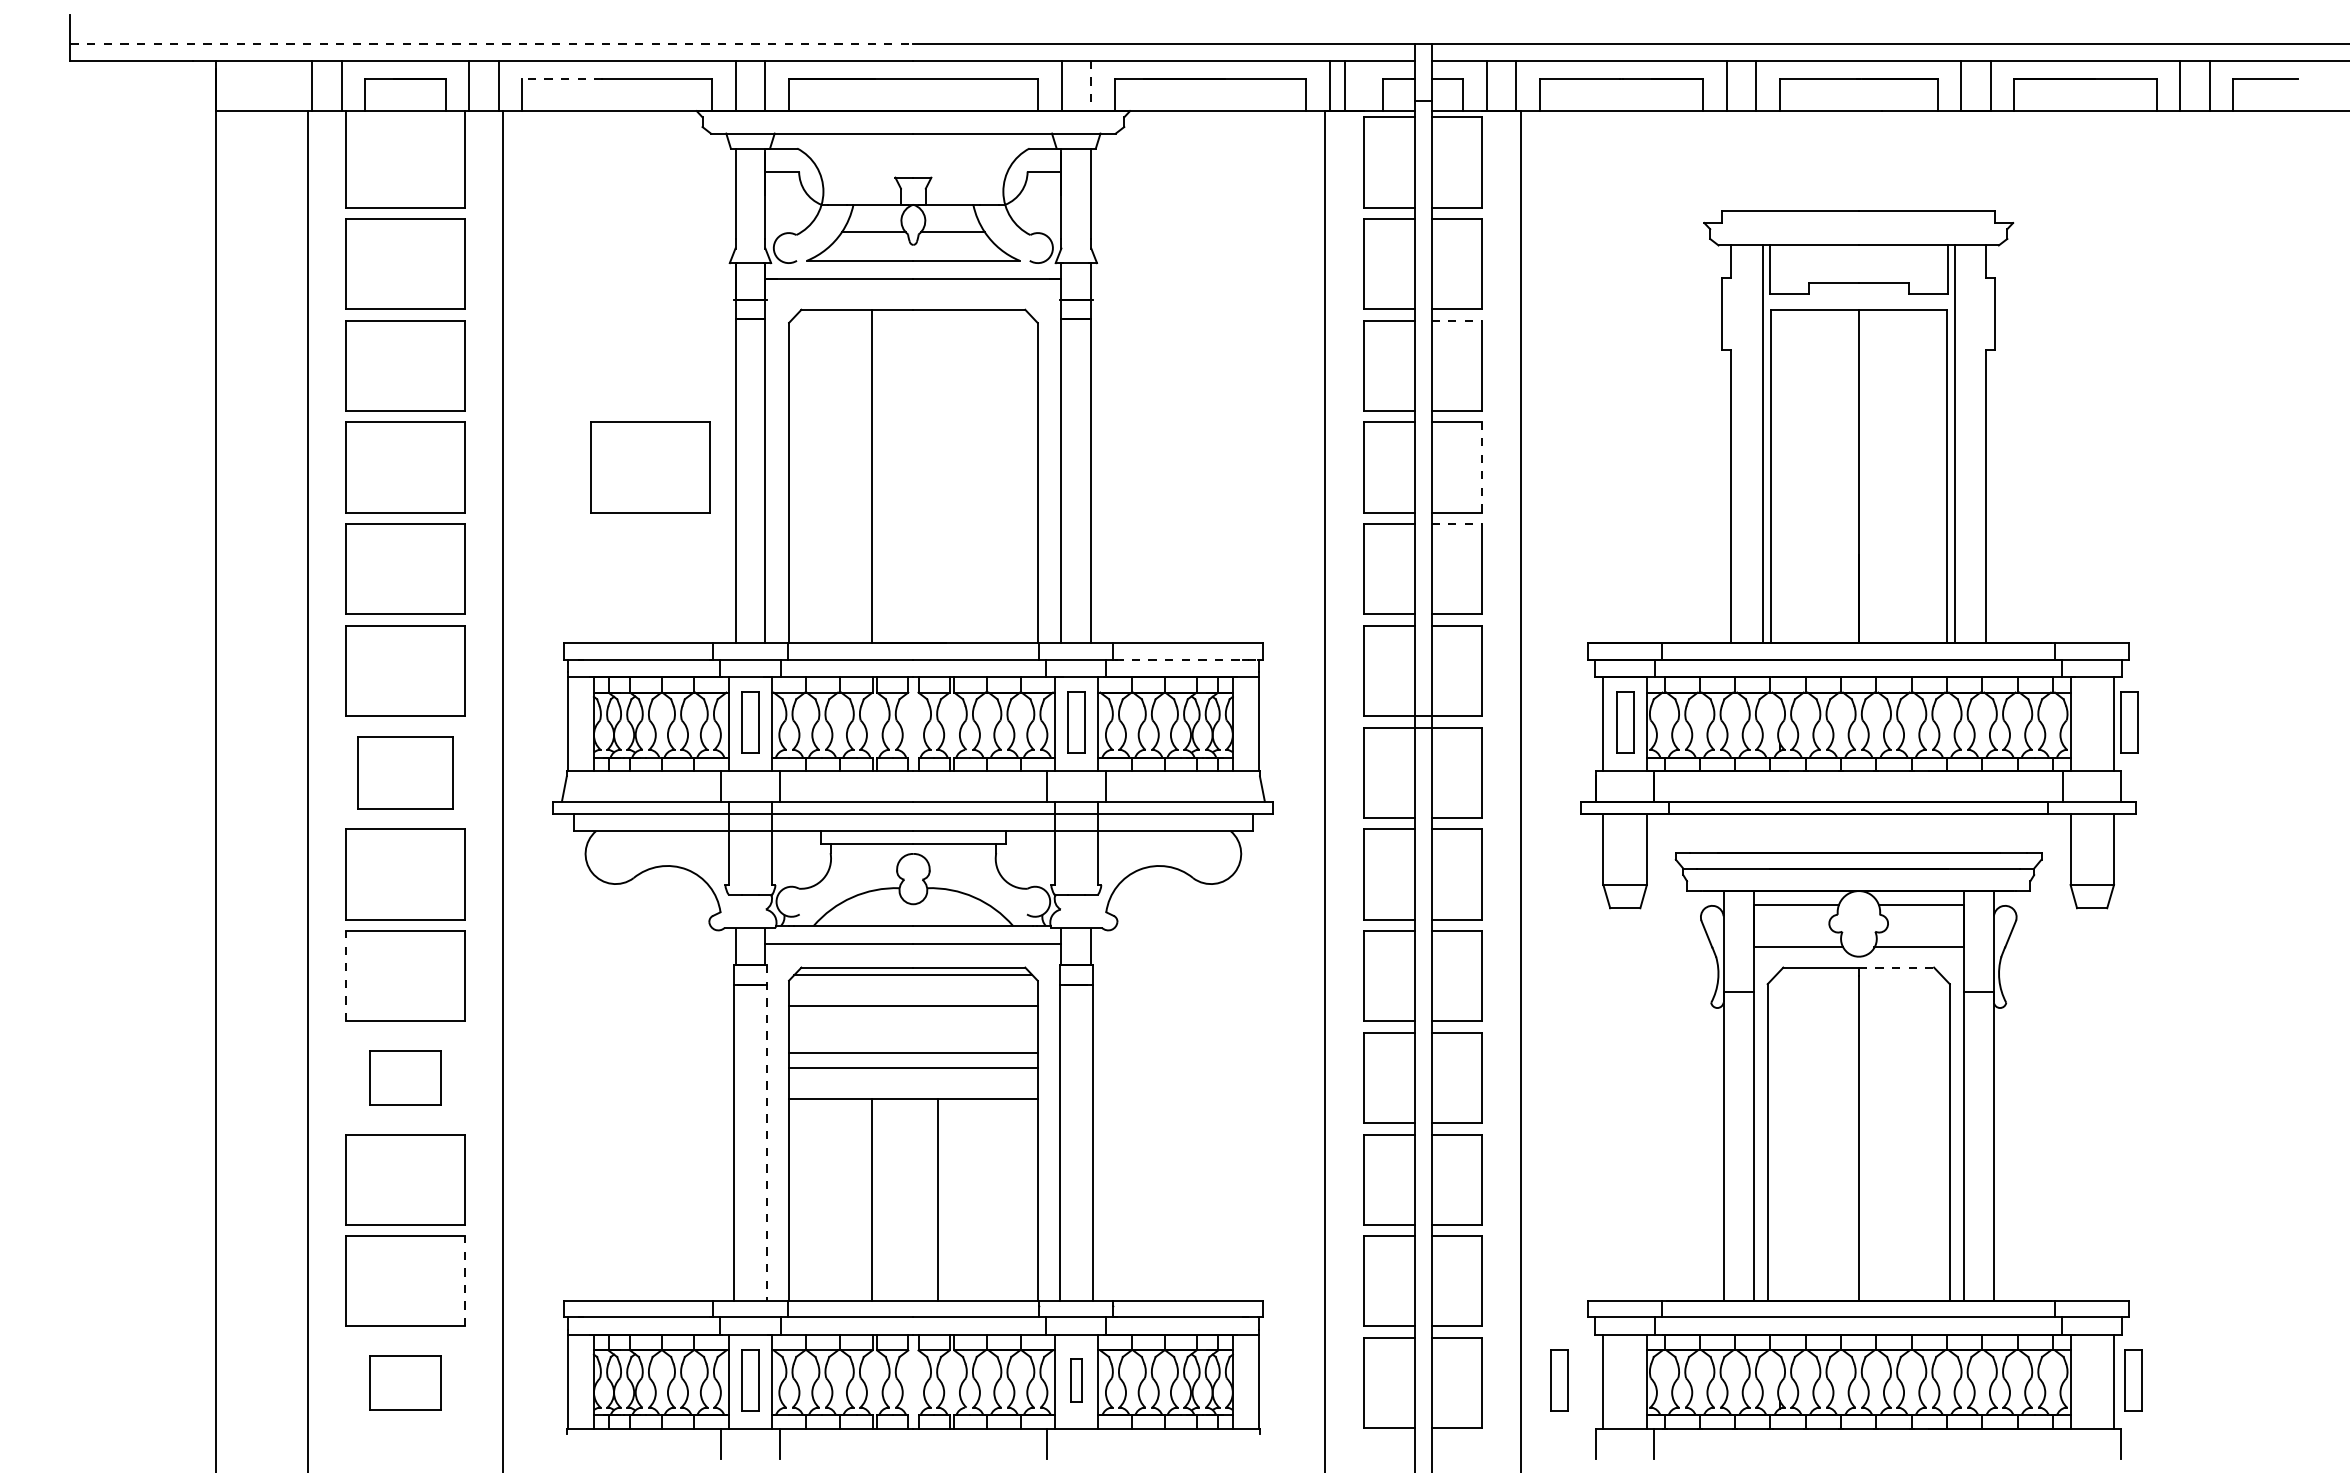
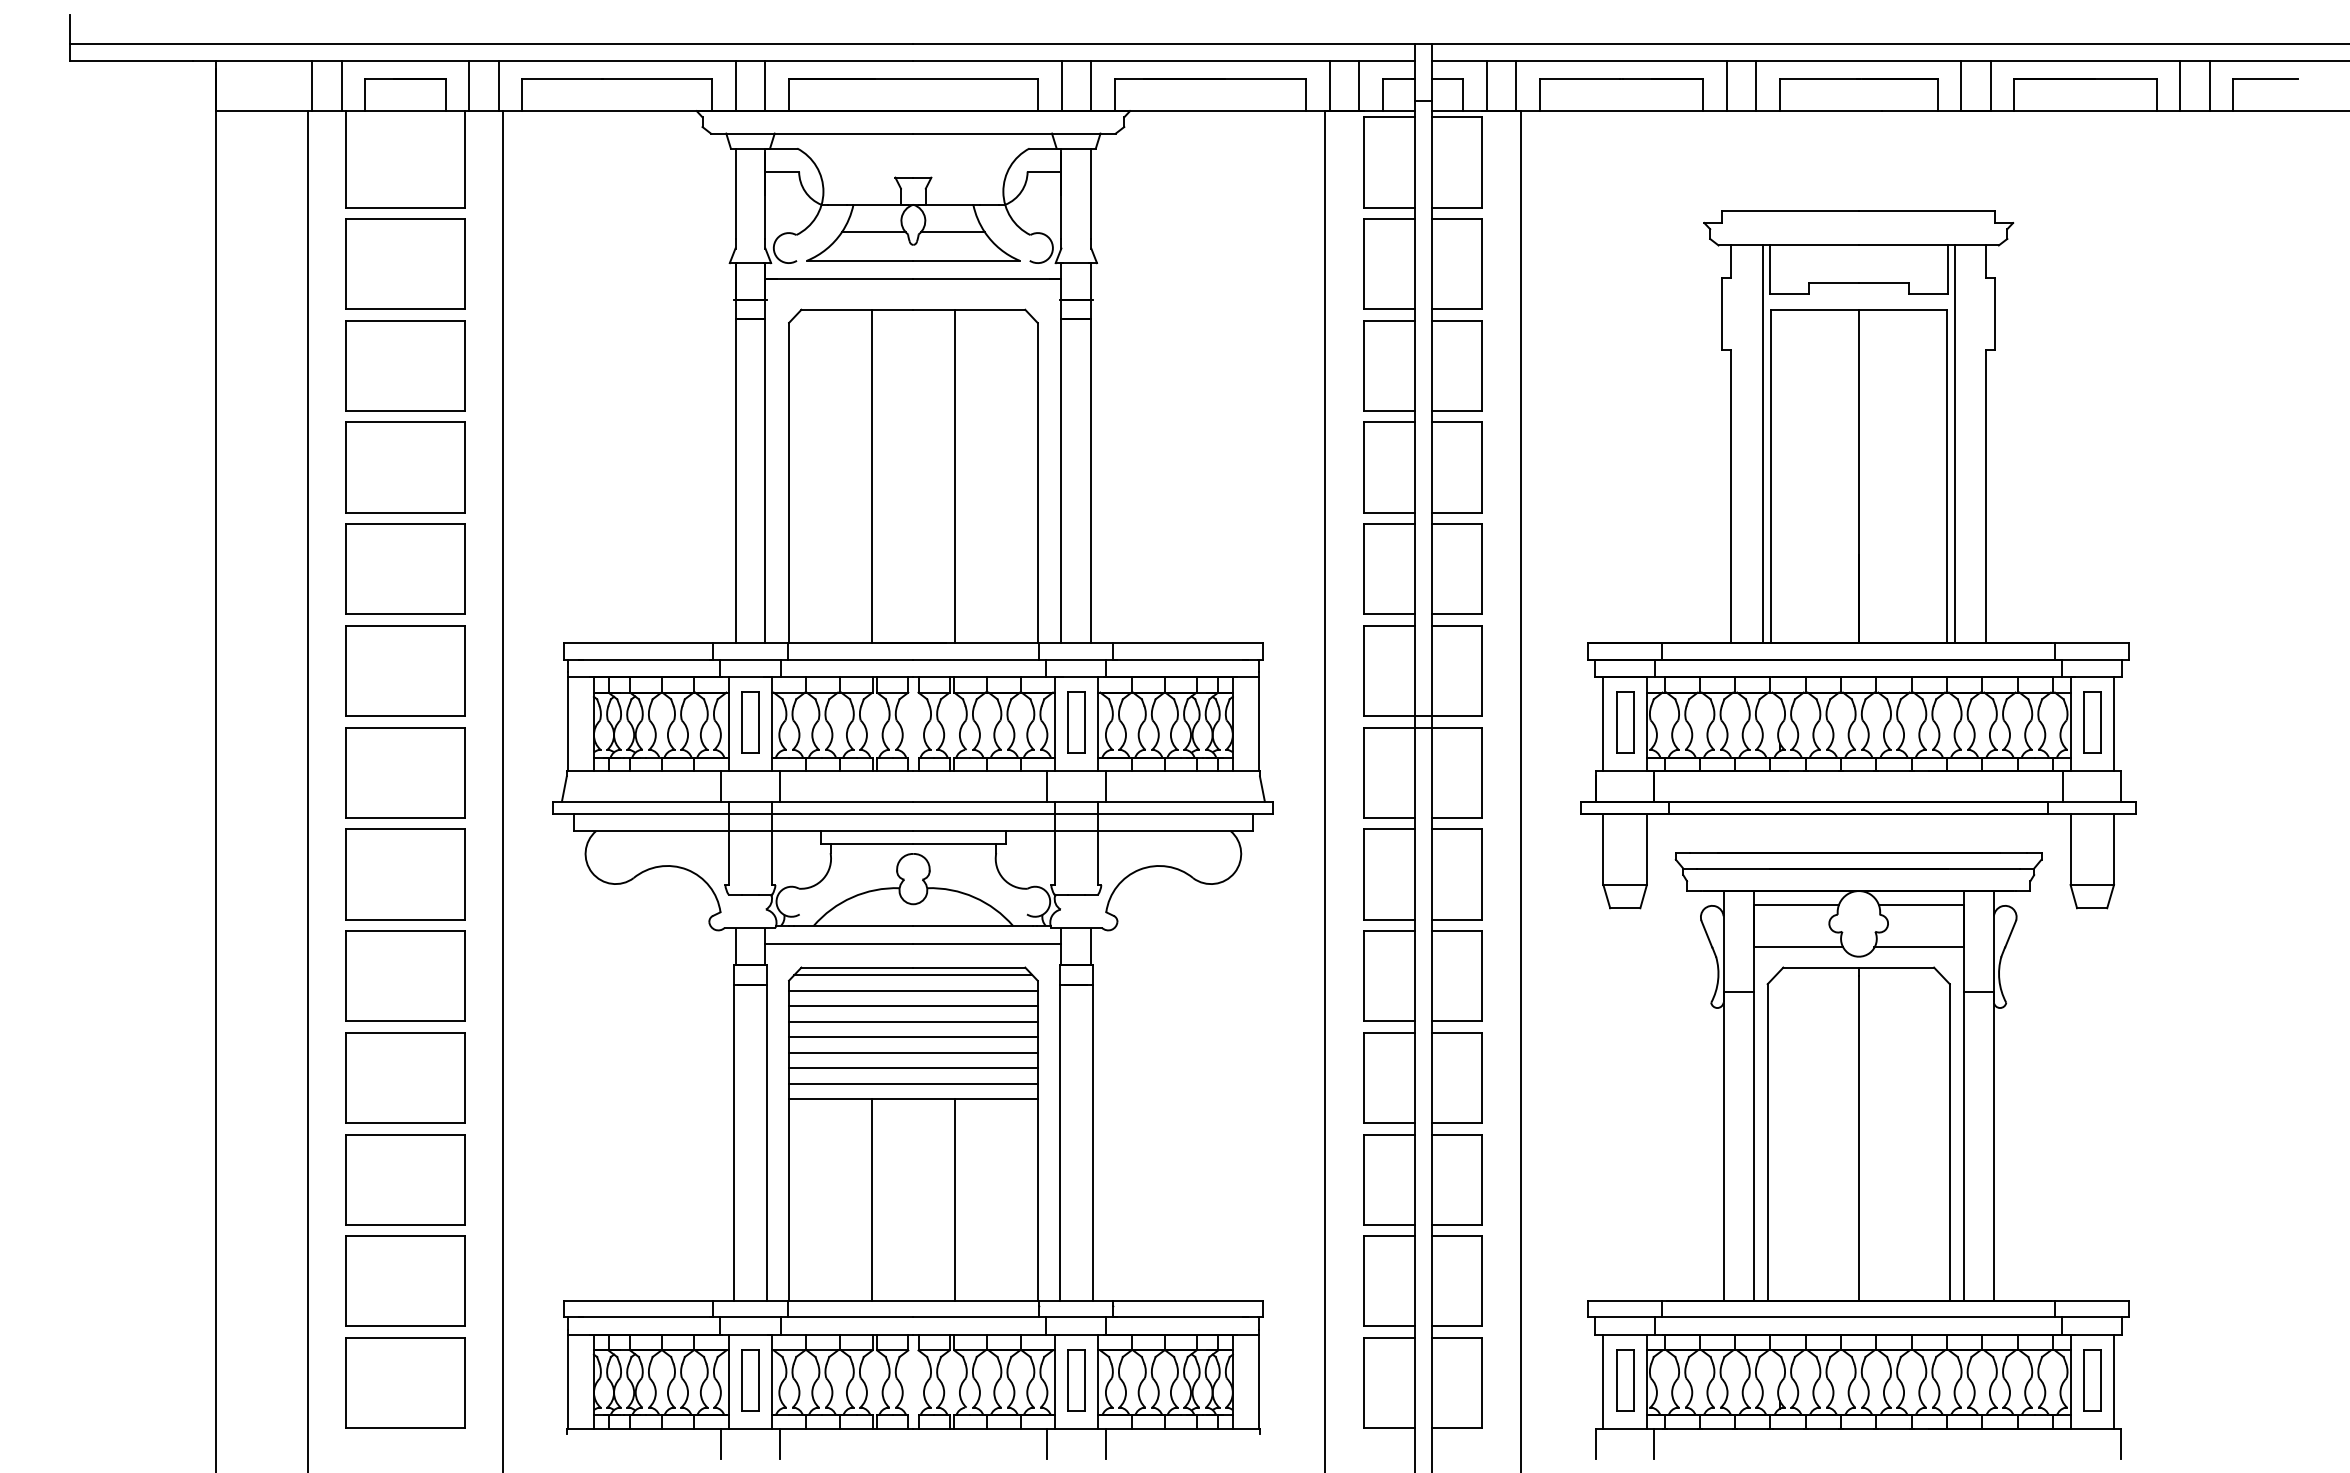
line at (492, 44): dashed -> solid
line at (561, 78): dashed -> solid
line at (1345, 85) position: (1345, 85) -> (1359, 85)
line at (1090, 86): dashed -> solid
line at (1457, 320): dashed -> solid
part at (650, 467): present -> none
line at (1482, 467): dashed -> solid
line at (954, 475): none -> present
line at (1457, 524): dashed -> solid
line at (1186, 659): dashed -> solid
part at (2129, 722) position: (2129, 722) -> (2092, 722)
part at (405, 772) size: 97x74 px -> 121x92 px
line at (1896, 967): dashed -> solid
line at (346, 975): dashed -> solid
line at (913, 990): none -> present
line at (913, 1021): none -> present
line at (913, 1037): none -> present
part at (405, 1077) size: 73x56 px -> 121x92 px
line at (913, 1083): none -> present
line at (767, 1132): dashed -> solid
line at (937, 1199) position: (937, 1199) -> (954, 1199)
line at (464, 1280): dashed -> solid
part at (1076, 1380) size: 13x45 px -> 19x63 px
part at (1559, 1380) position: (1559, 1380) -> (1625, 1380)
part at (2133, 1380) position: (2133, 1380) -> (2092, 1380)
part at (405, 1382) size: 73x56 px -> 121x92 px
line at (1105, 1443): none -> present
